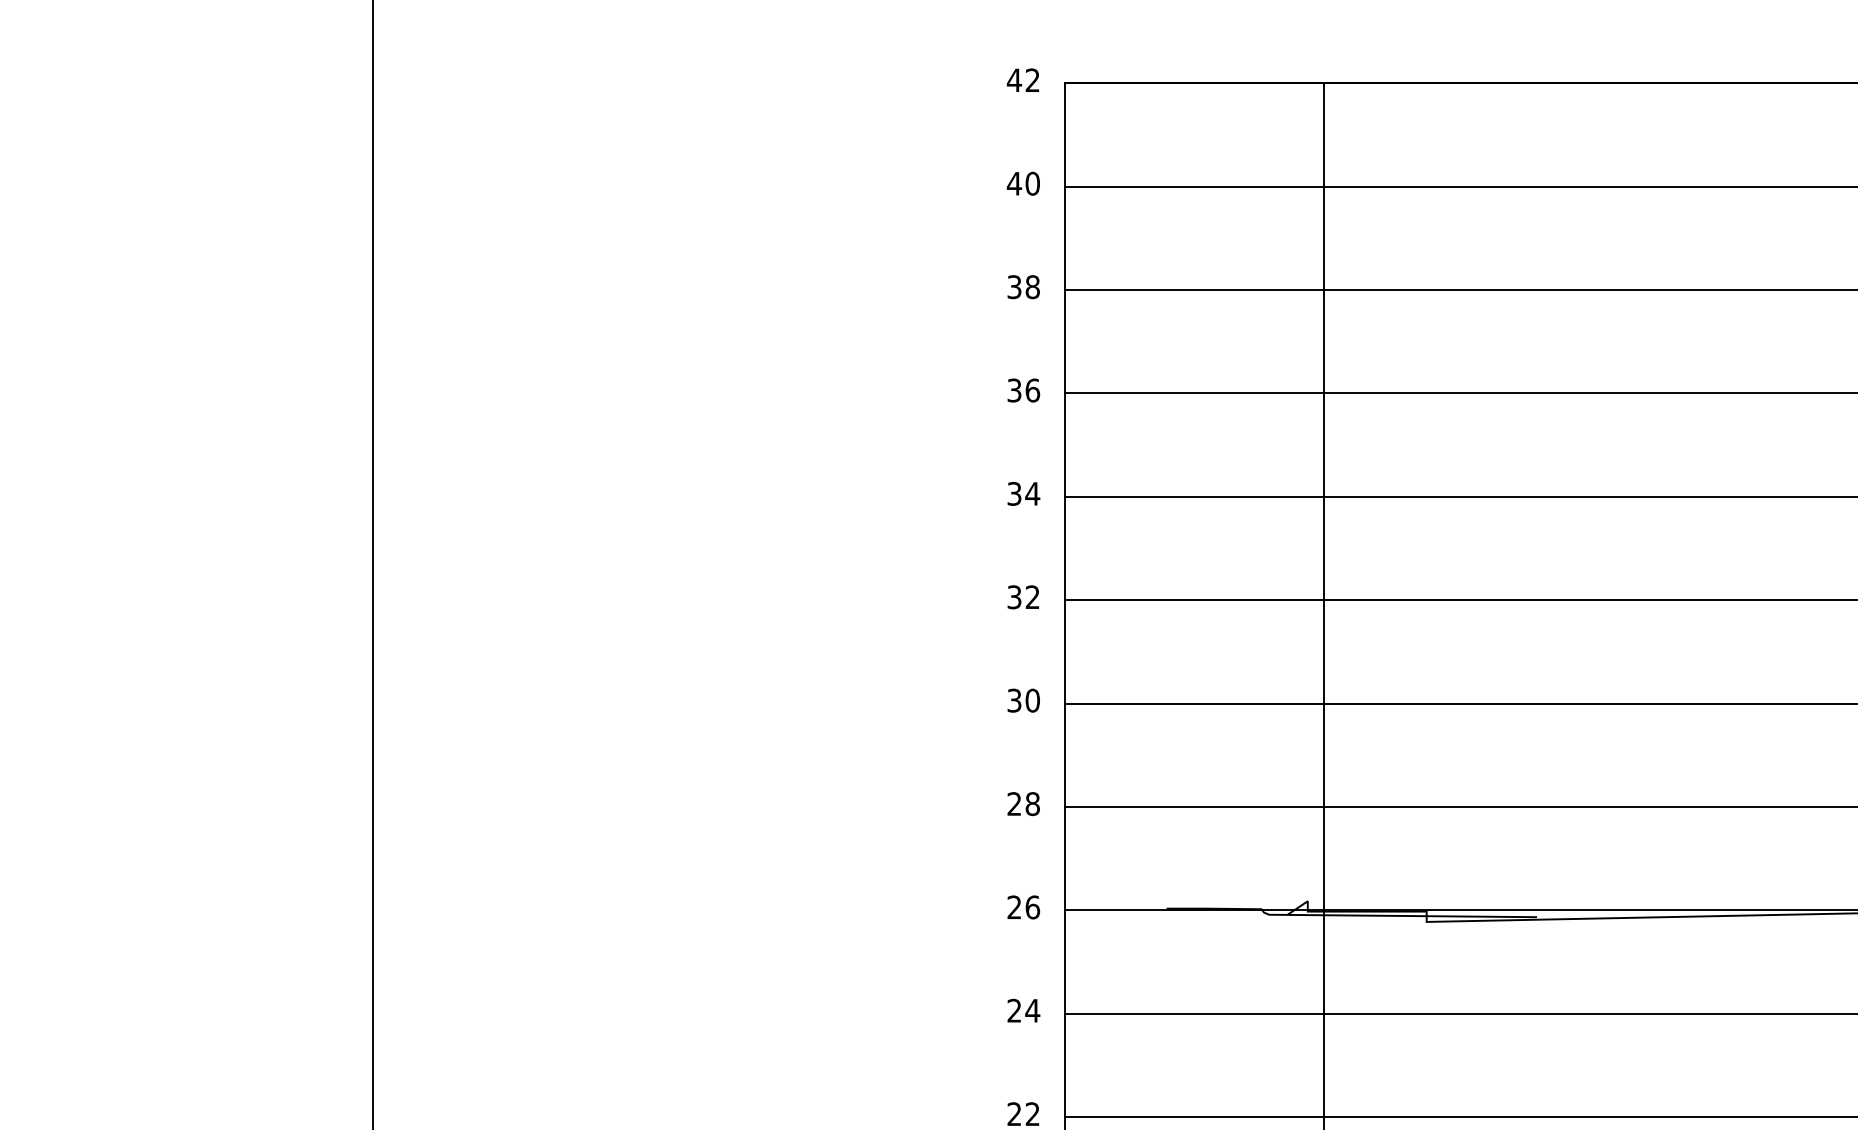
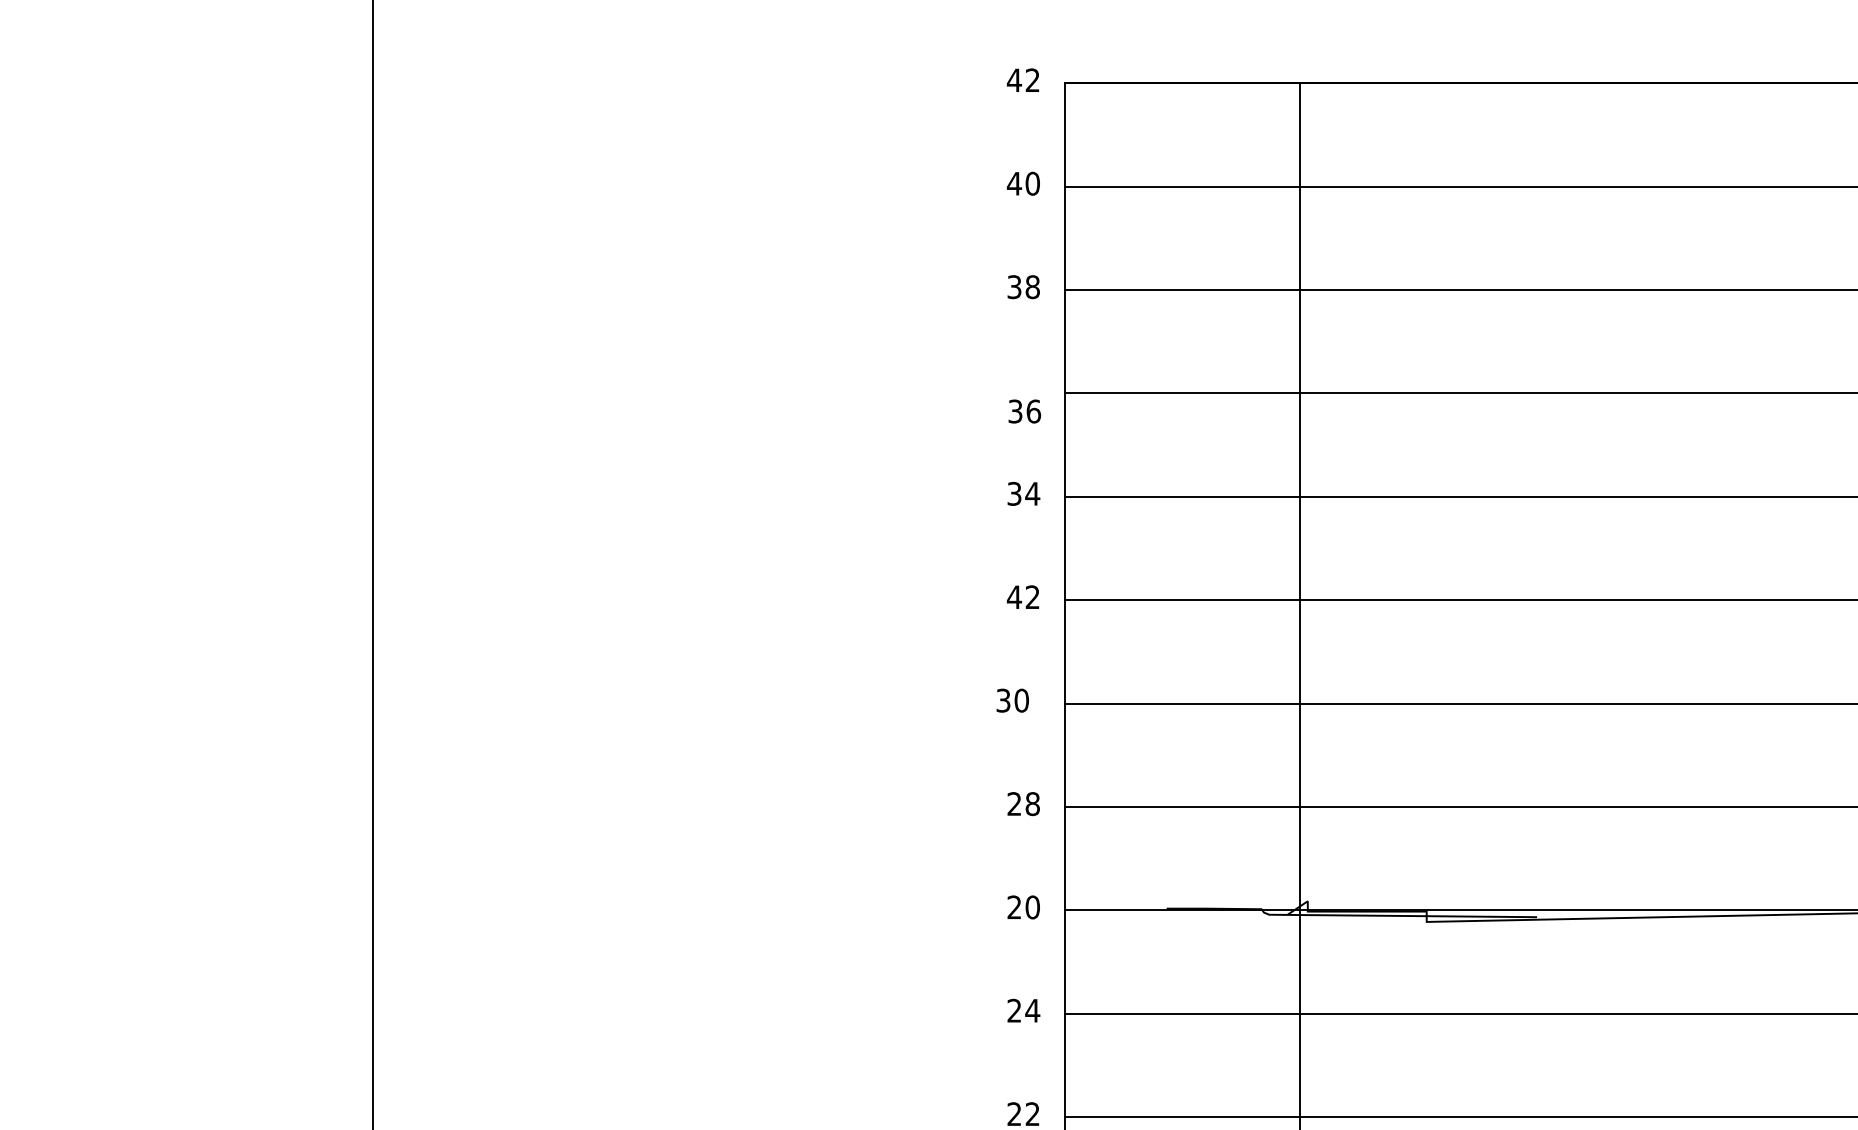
text at (1023, 390) position: (1023, 390) -> (1024, 411)
text at (1014, 597): 32 -> 42
line at (1323, 604) position: (1323, 604) -> (1299, 604)
text at (1023, 700) position: (1023, 700) -> (1012, 700)
text at (1032, 907): 26 -> 20
